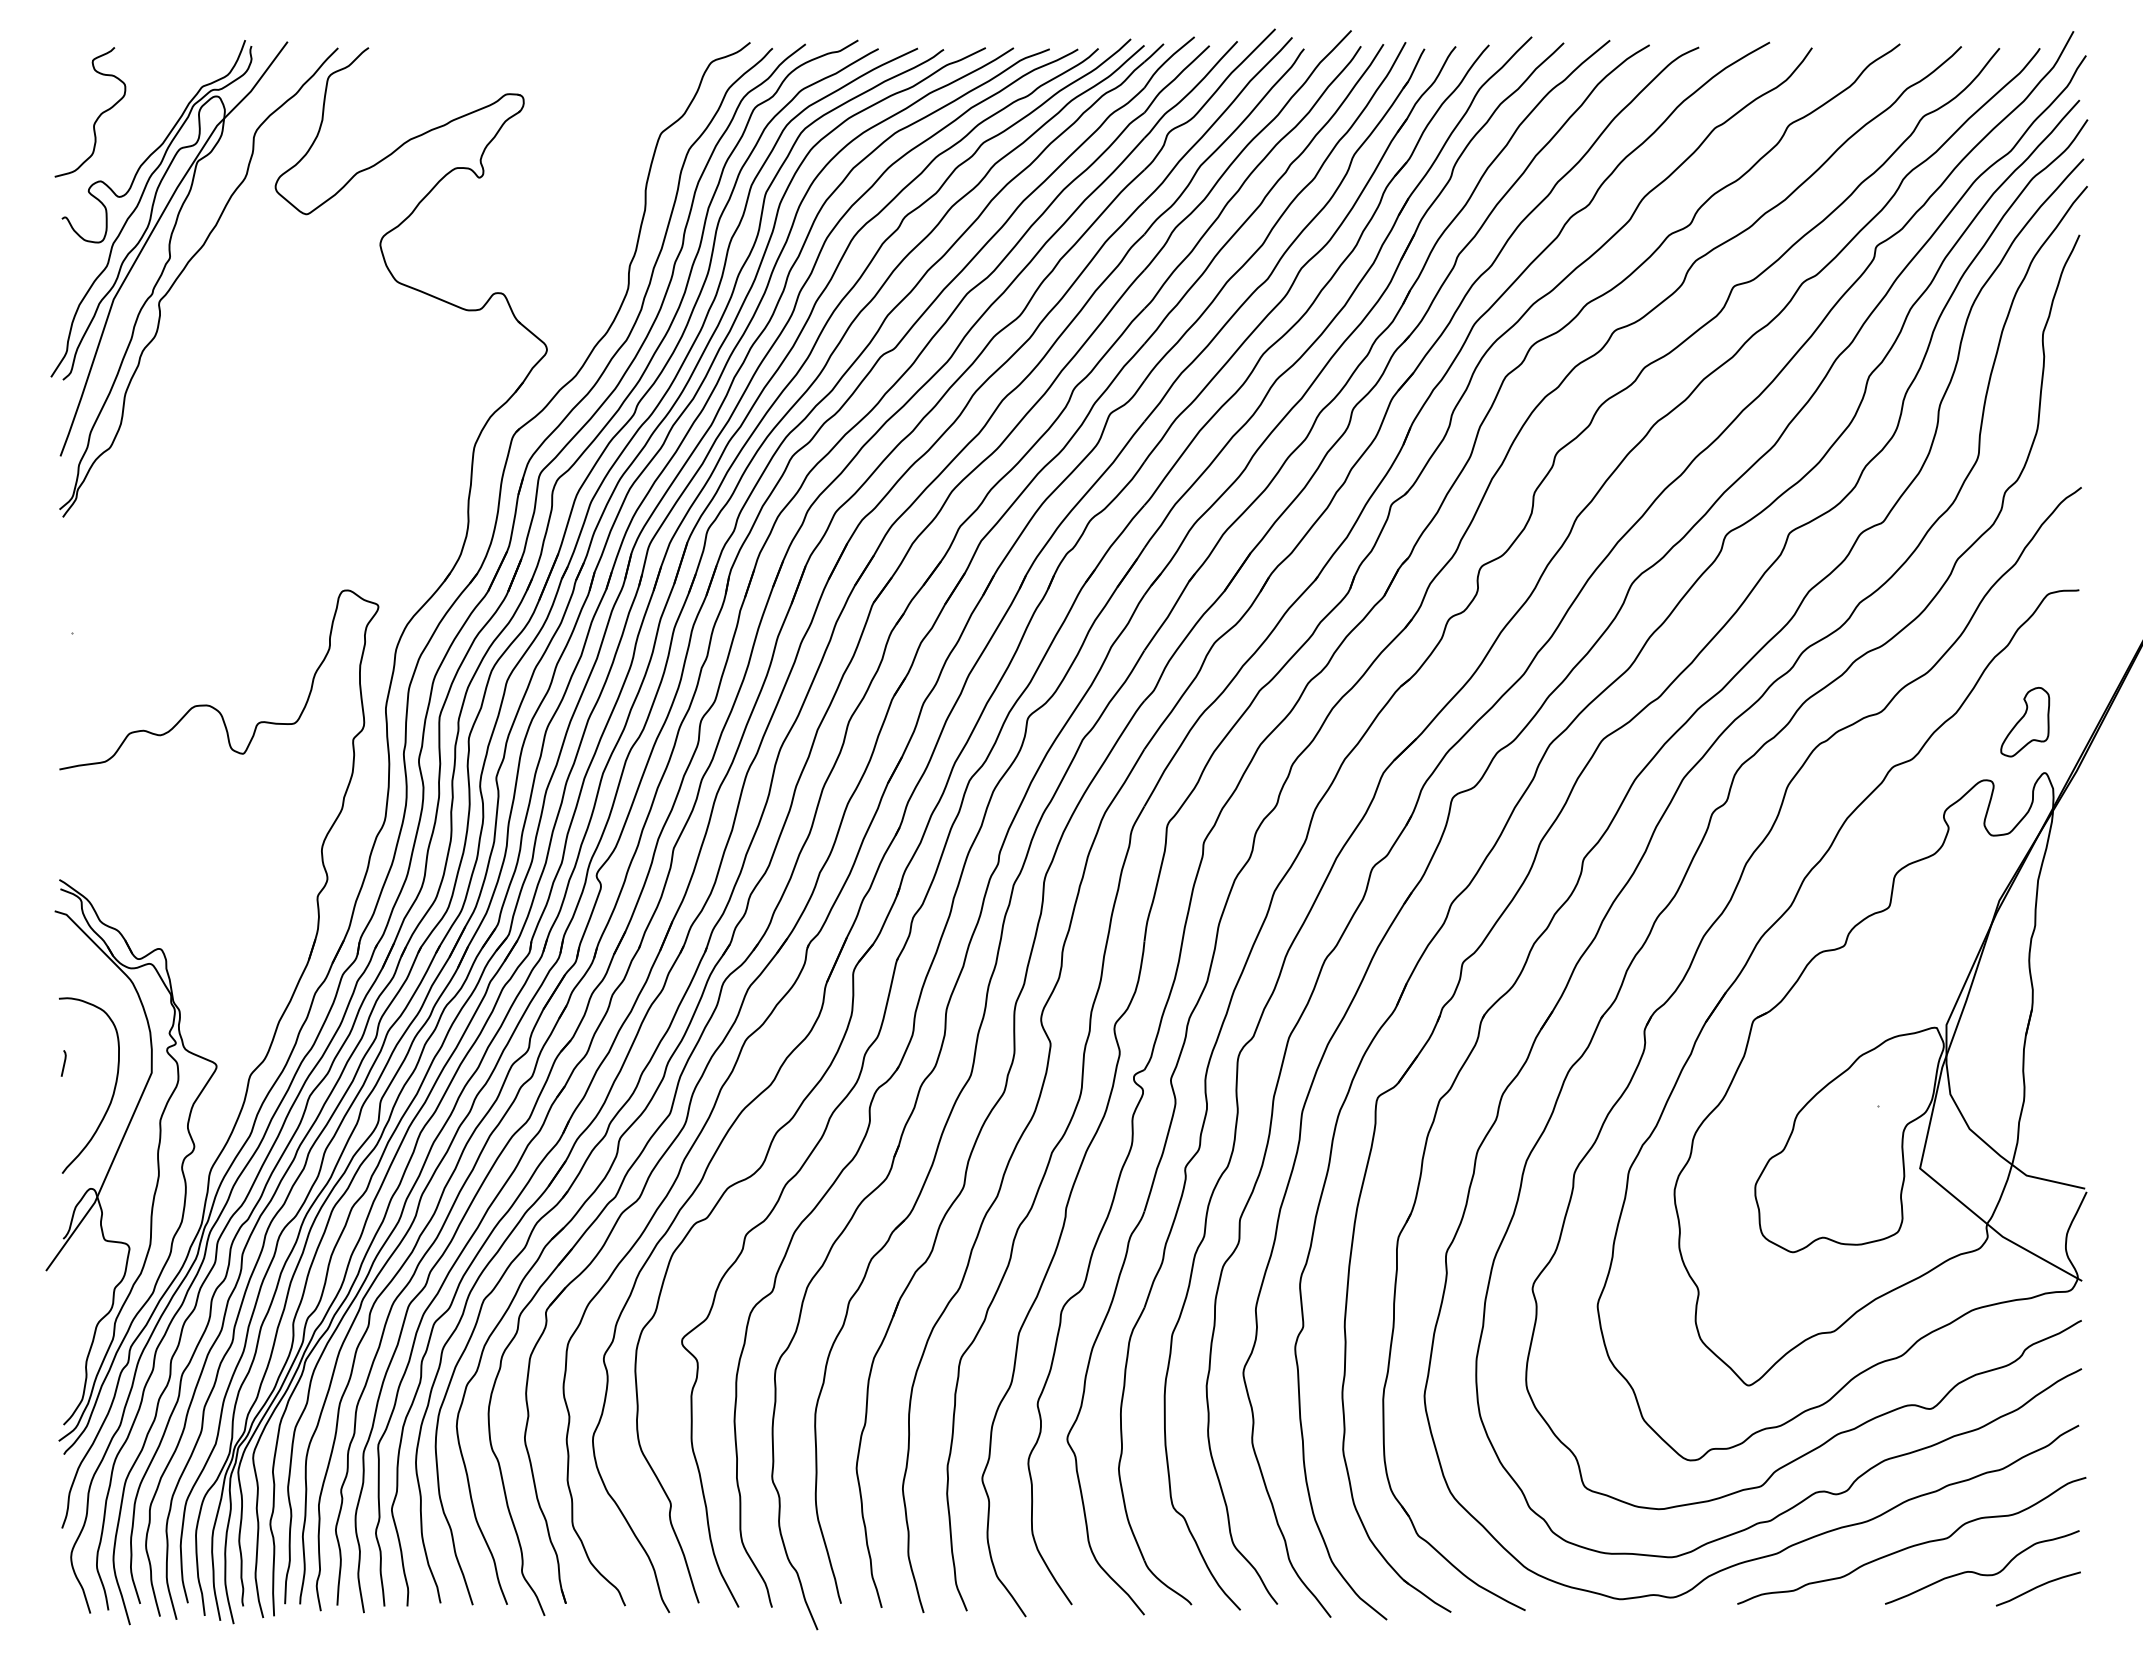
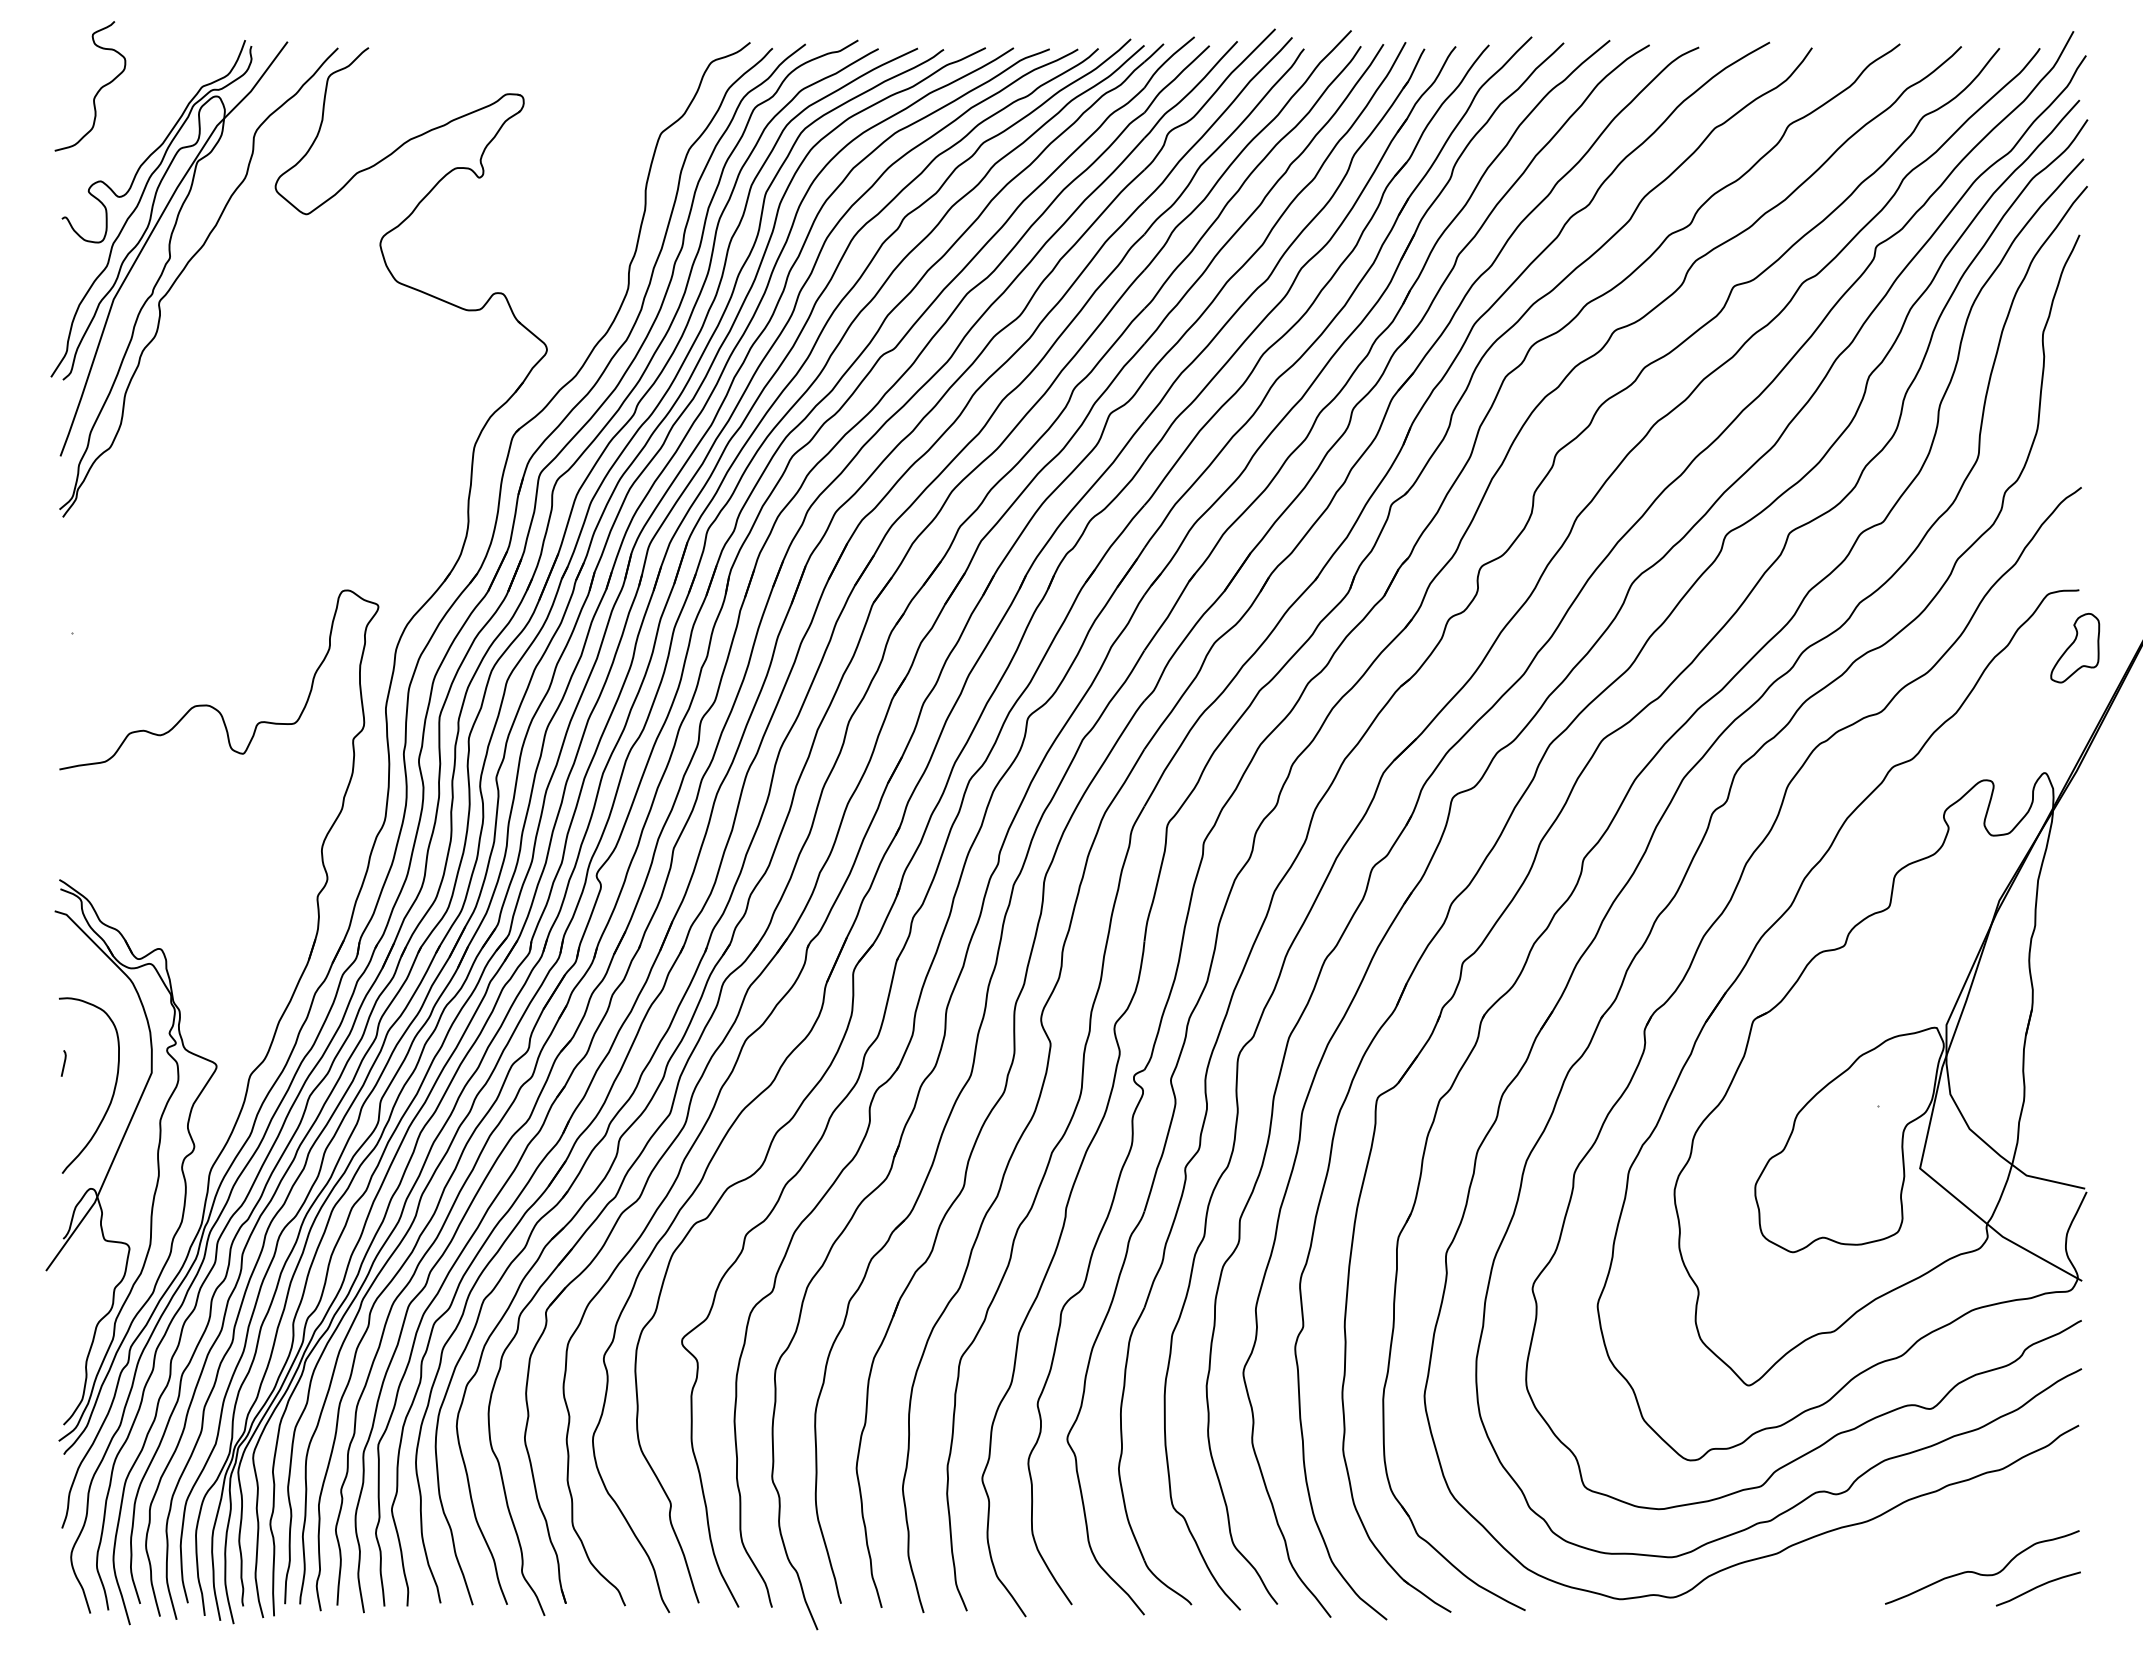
curve at (96, 118) position: (96, 118) -> (96, 92)
part at (2025, 722) position: (2025, 722) -> (2075, 648)
curve at (1914, 1544): present -> none
